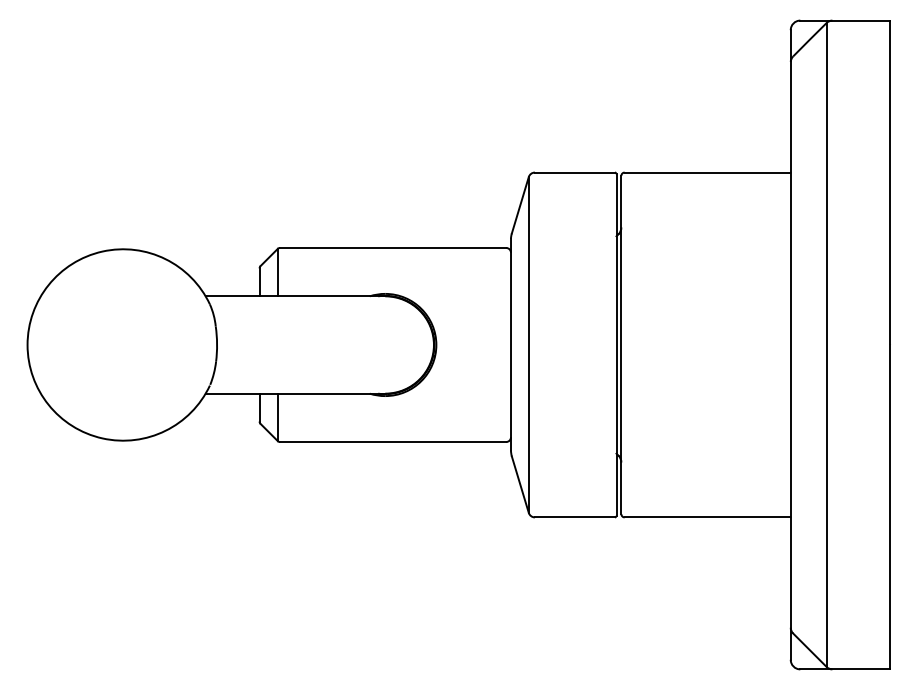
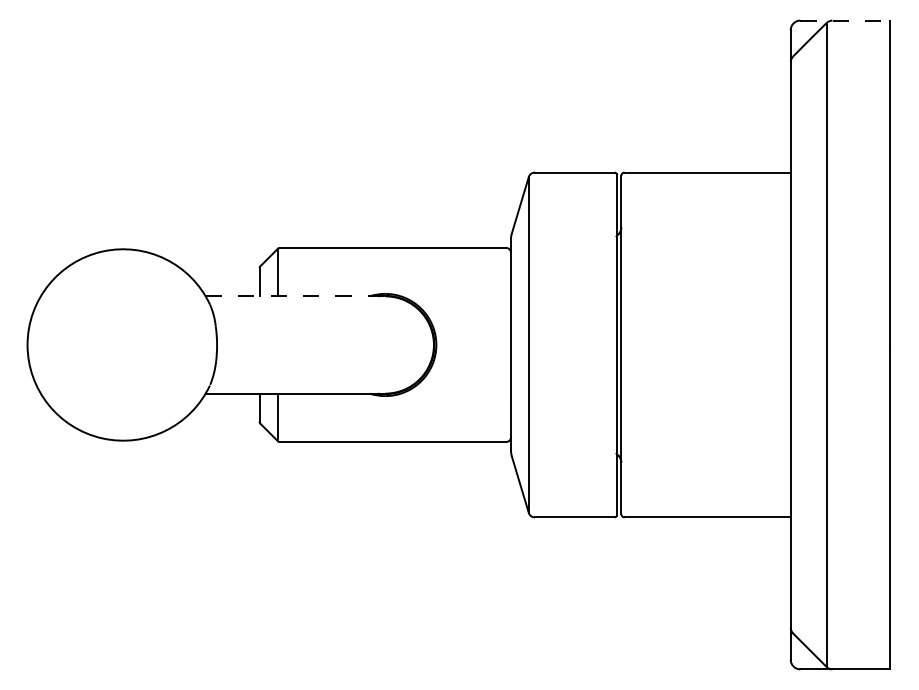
line at (845, 20): solid -> dashed
line at (295, 296): solid -> dashed
